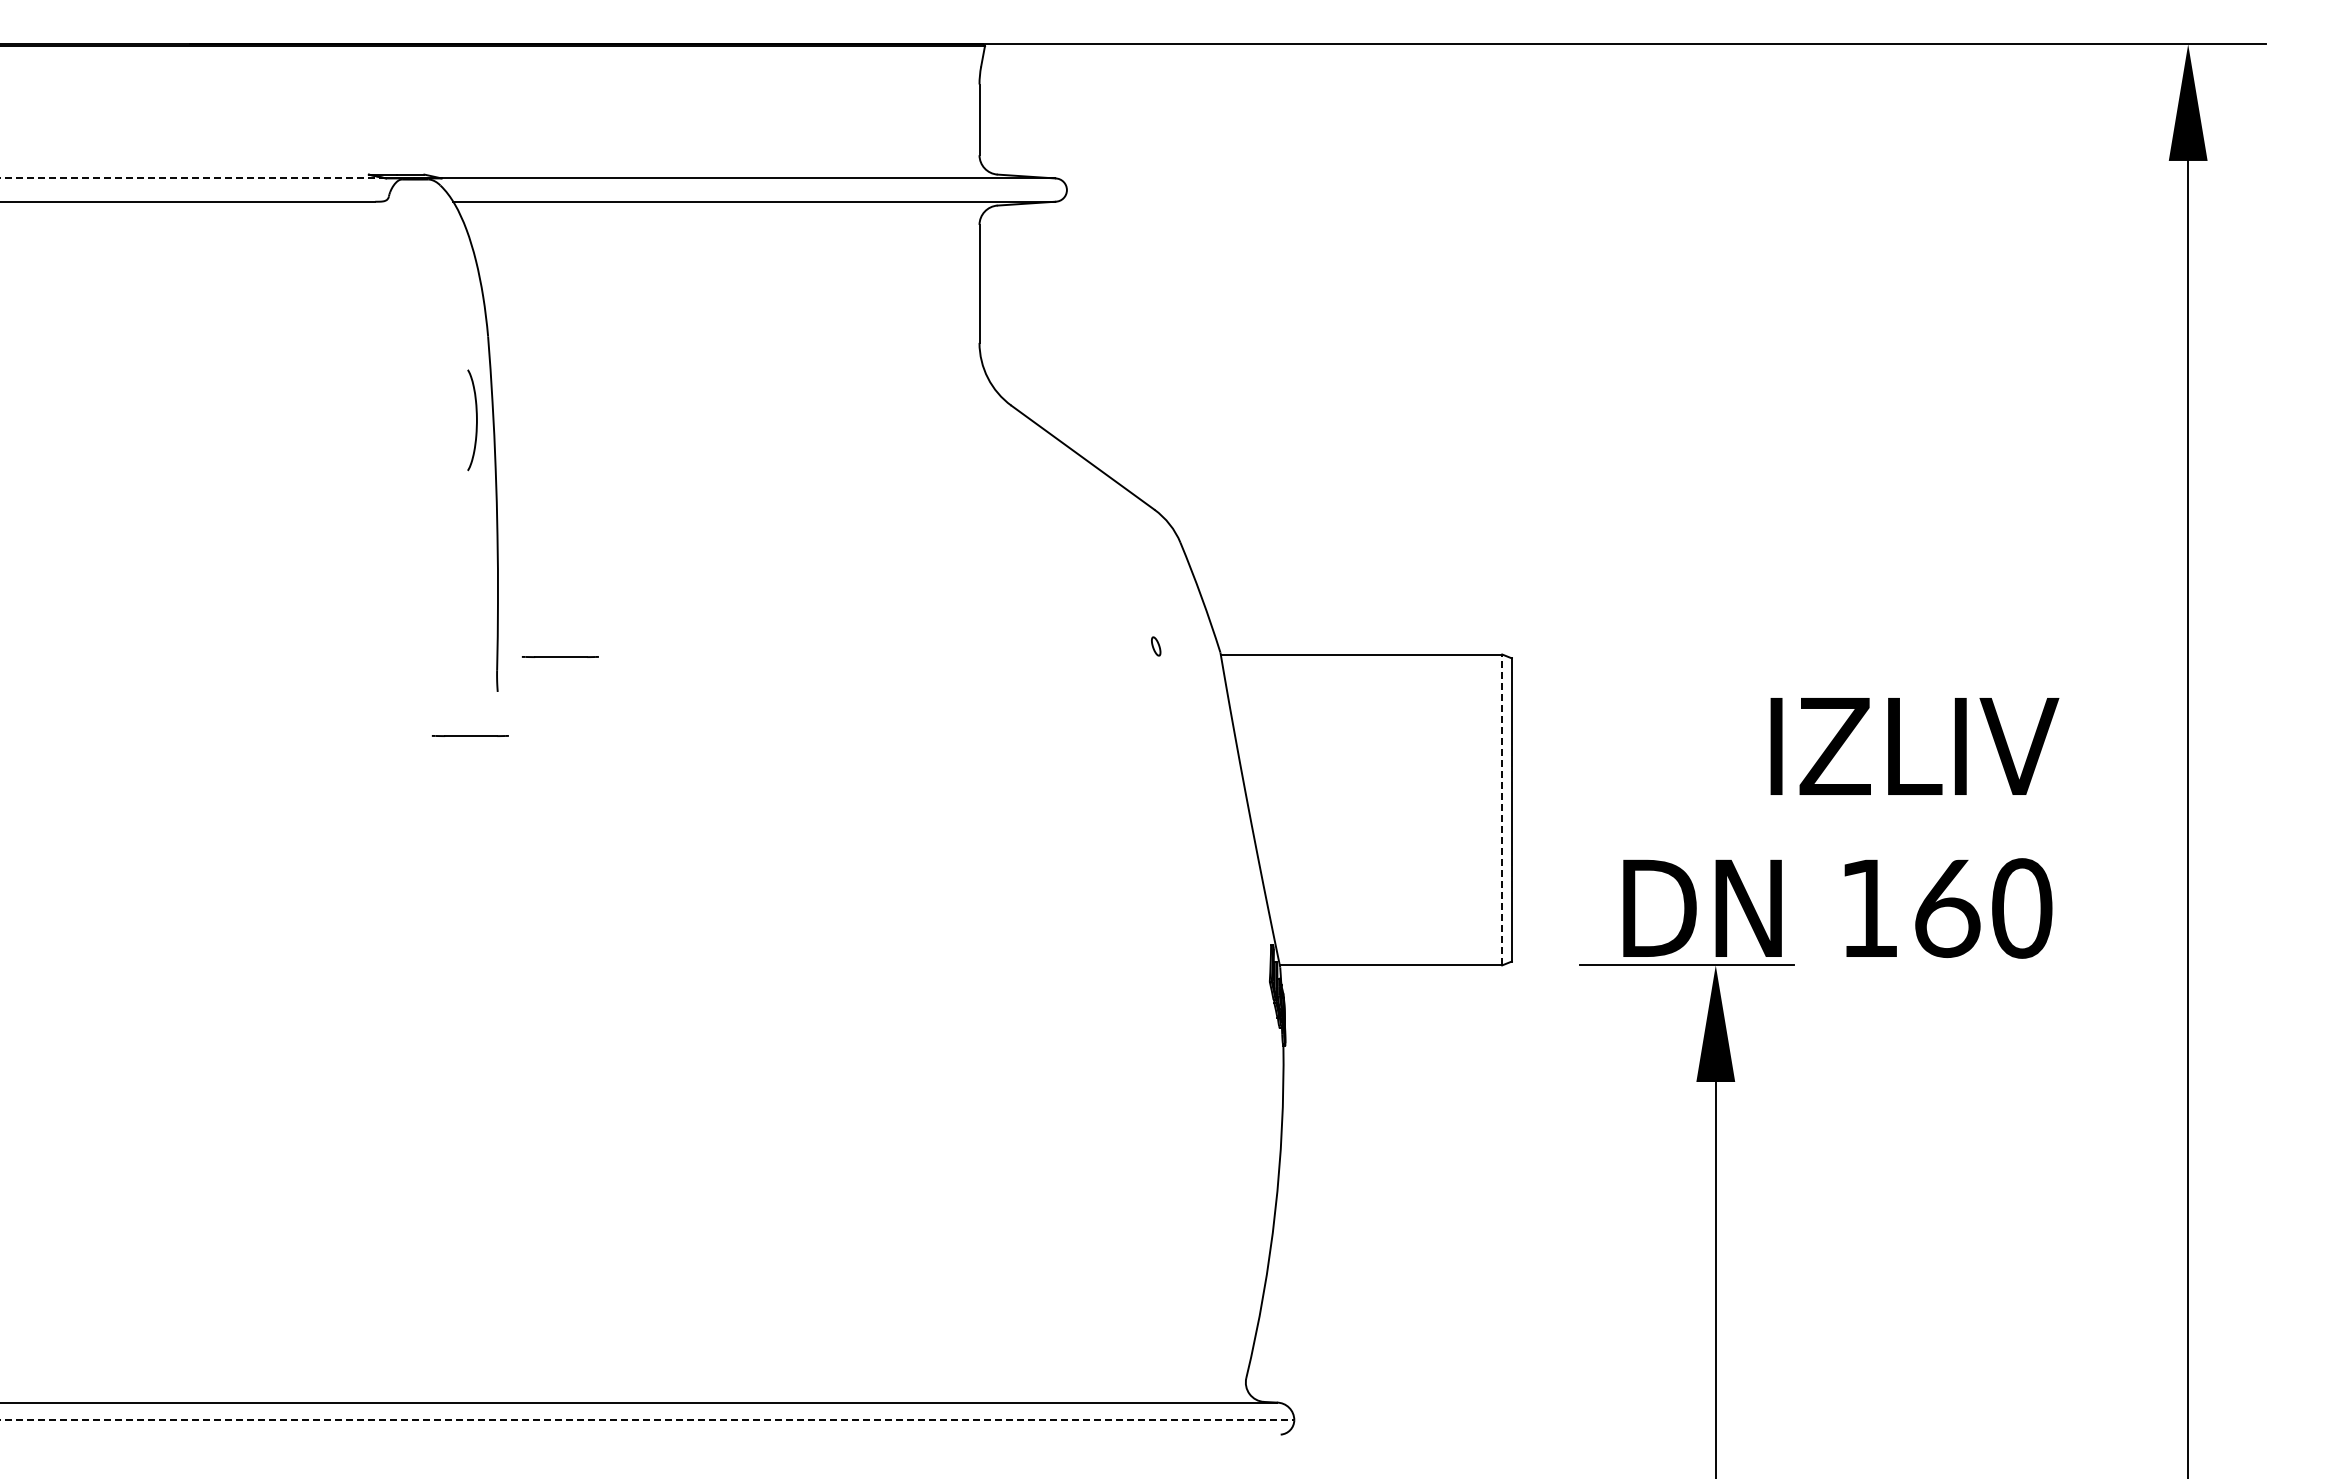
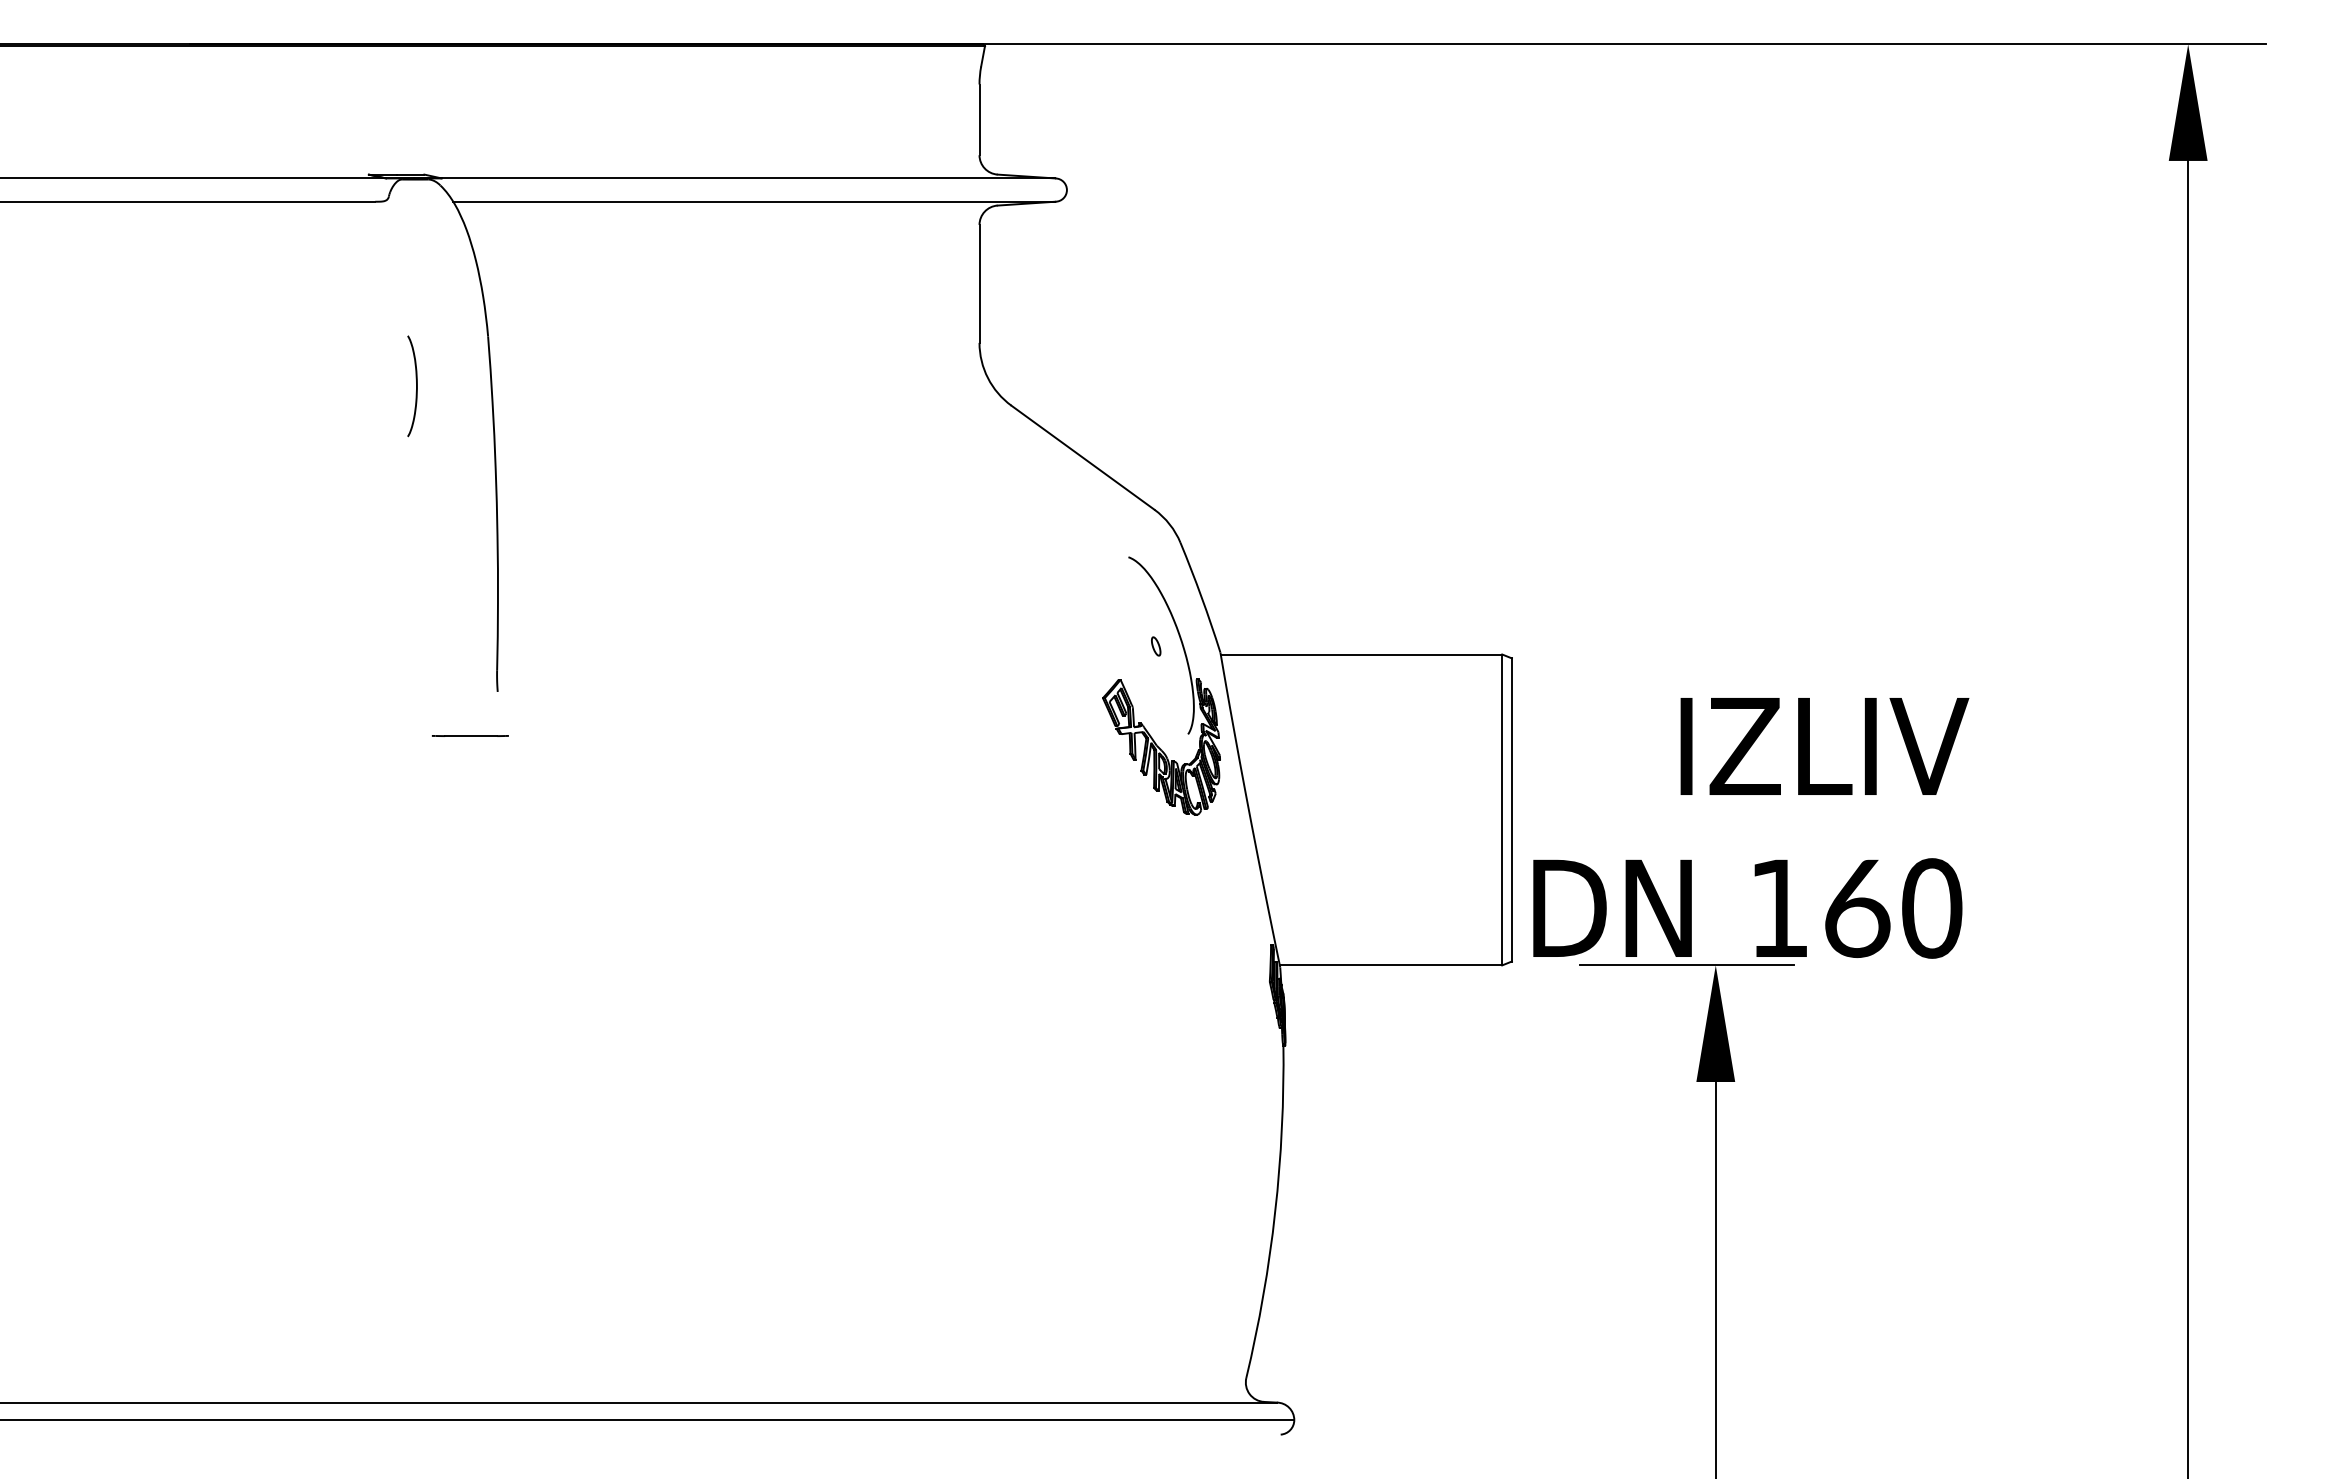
line at (192, 178): dashed -> solid
curve at (476, 420) position: (476, 420) -> (416, 386)
line at (560, 656): present -> none
part at (1190, 682): none -> present
line at (1502, 809): dashed -> solid
text at (1841, 828) position: (1841, 828) -> (1751, 828)
line at (647, 1420): dashed -> solid
